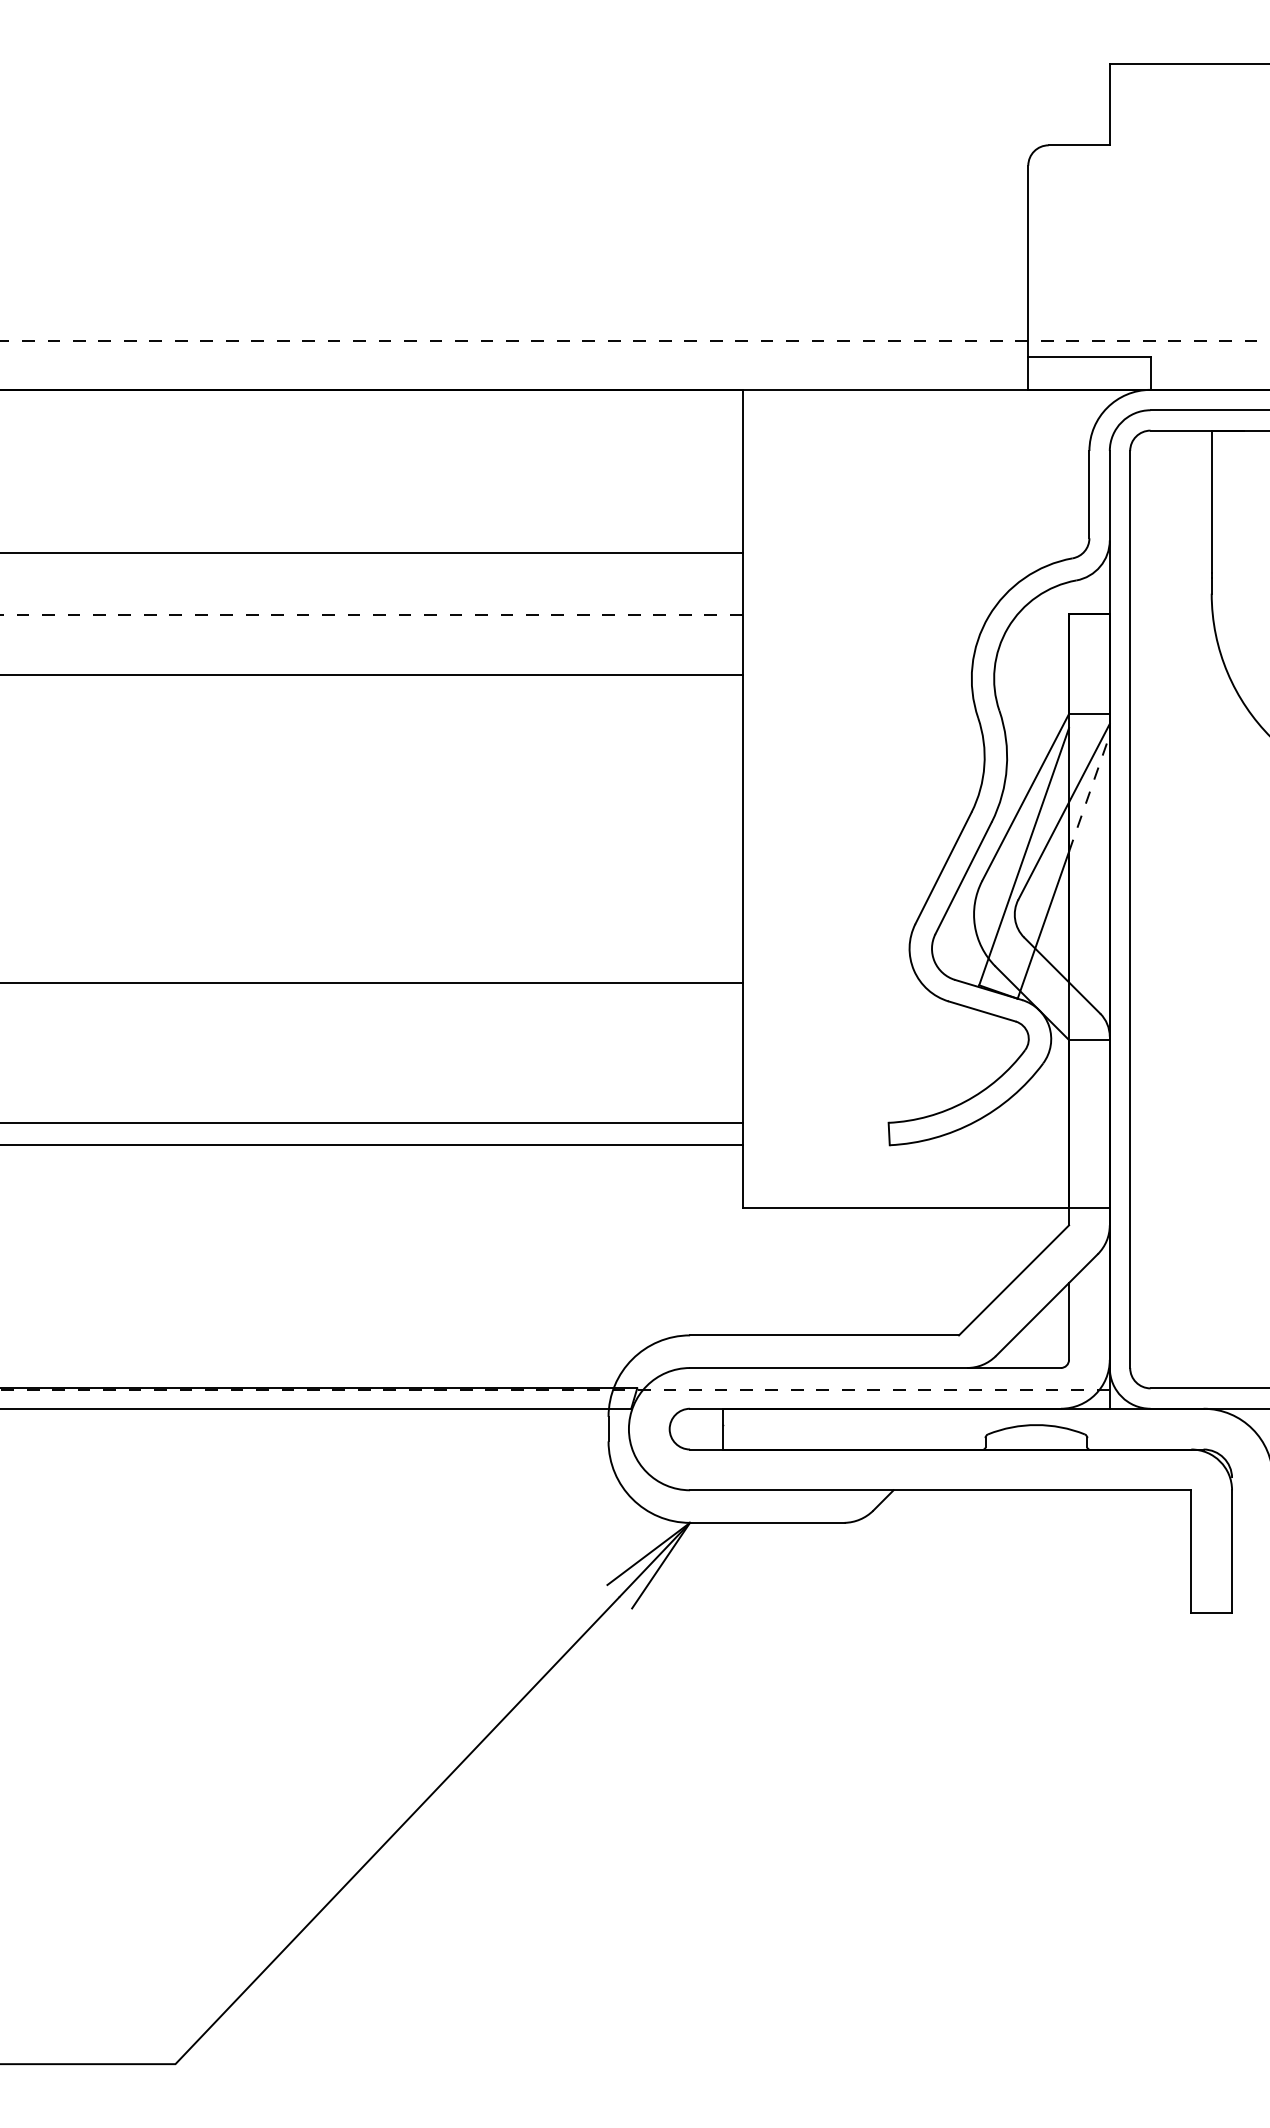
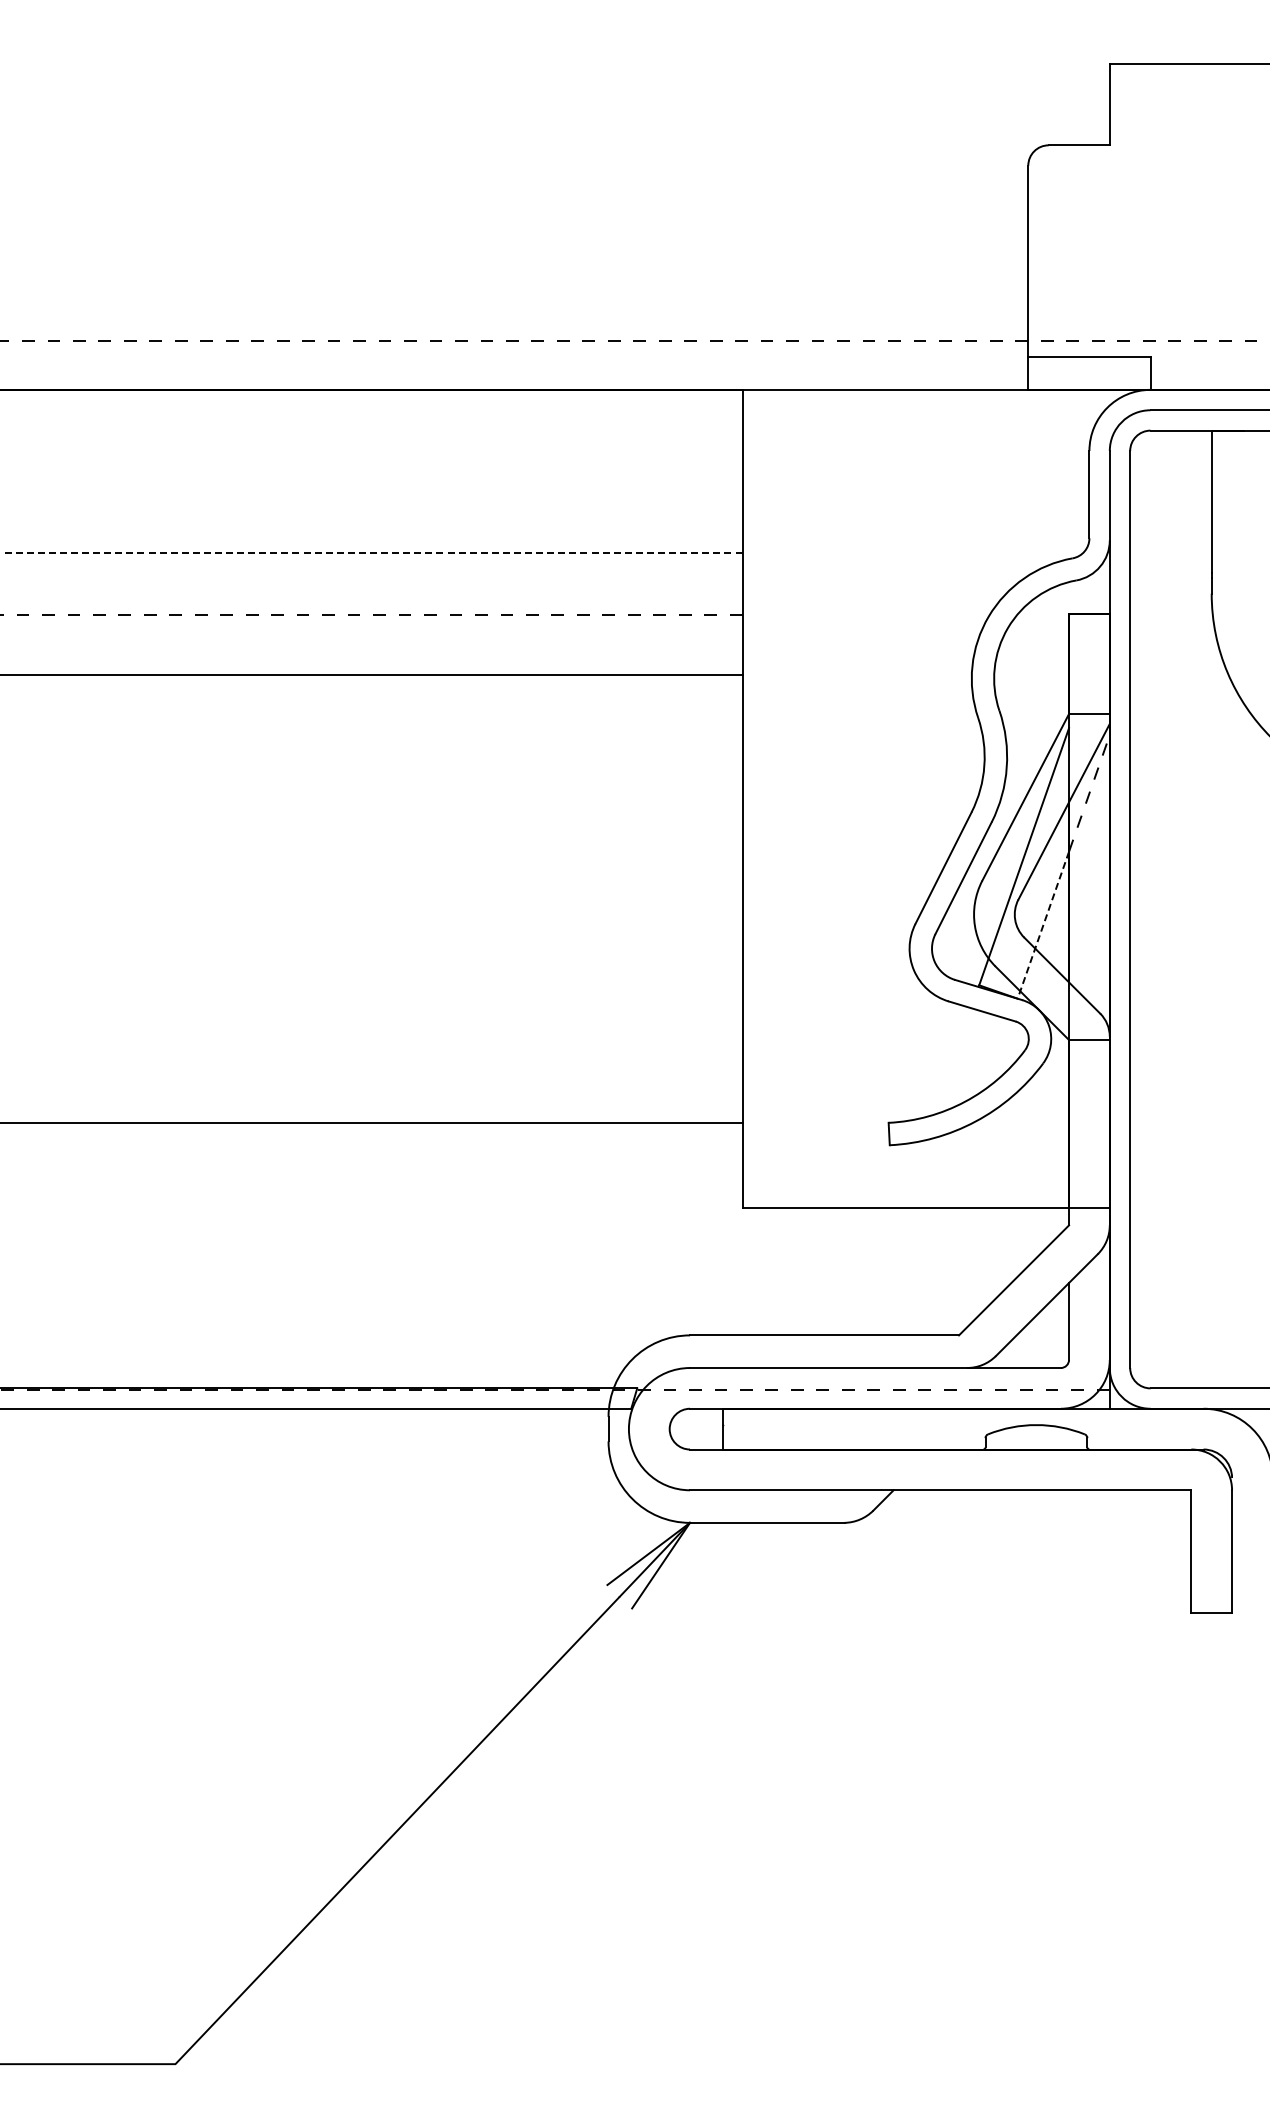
line at (371, 552): solid -> dashed
line at (1043, 925): solid -> dashed
line at (372, 982): present -> none
line at (372, 1145): present -> none
